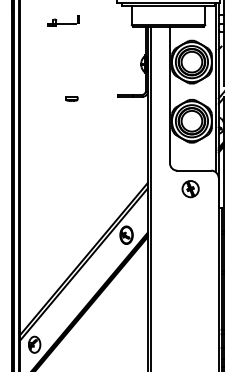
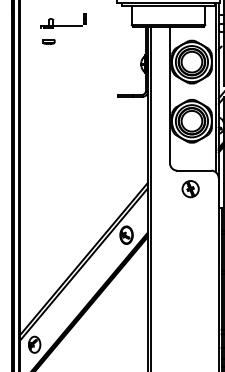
part at (63, 20) size: 33x12 px -> 47x16 px
part at (71, 98) position: (71, 98) -> (48, 41)
